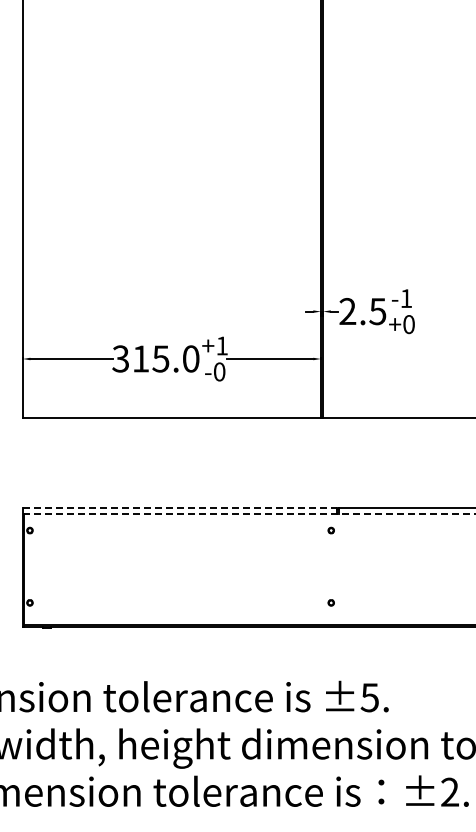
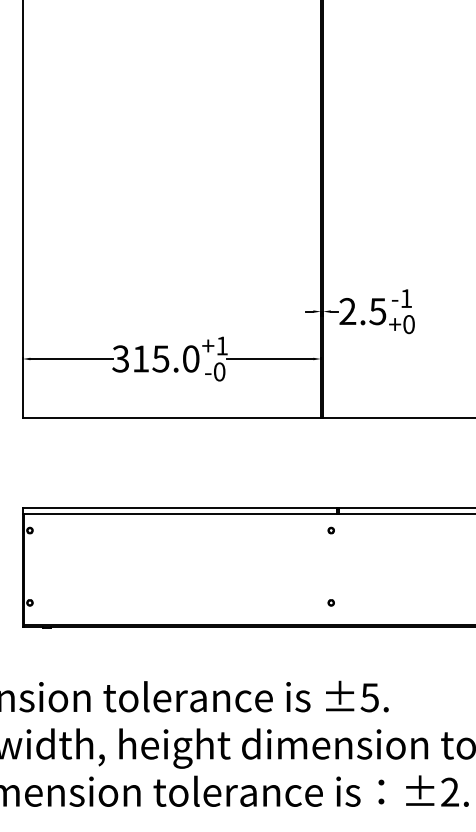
line at (180, 508): dashed -> solid
line at (249, 514): dashed -> solid
